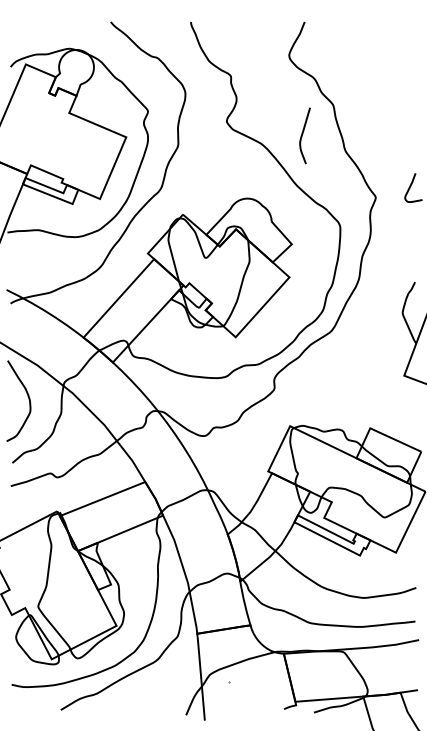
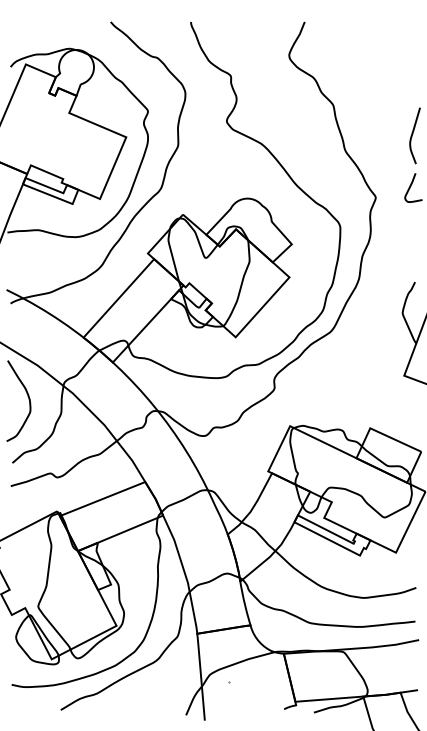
curve at (303, 134) position: (303, 134) -> (413, 134)
